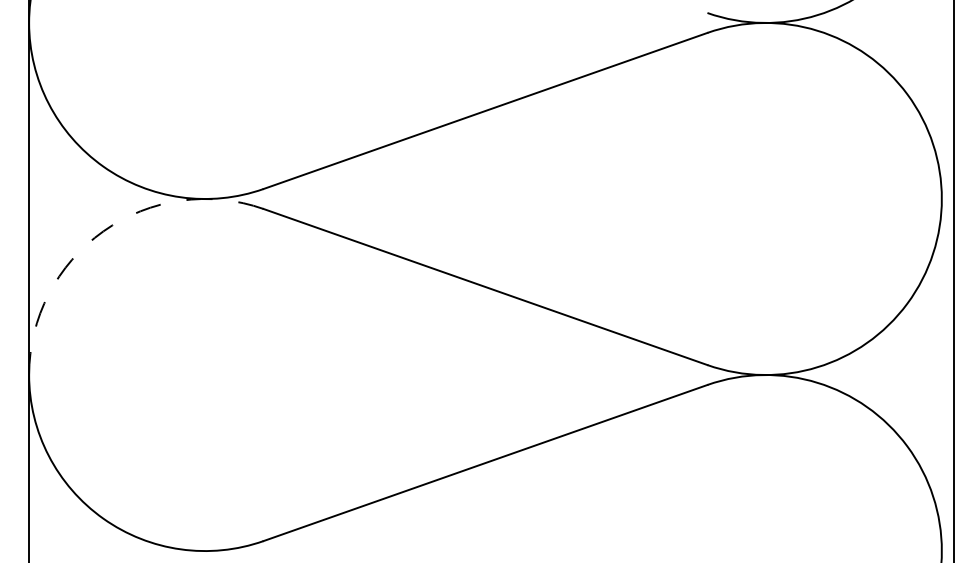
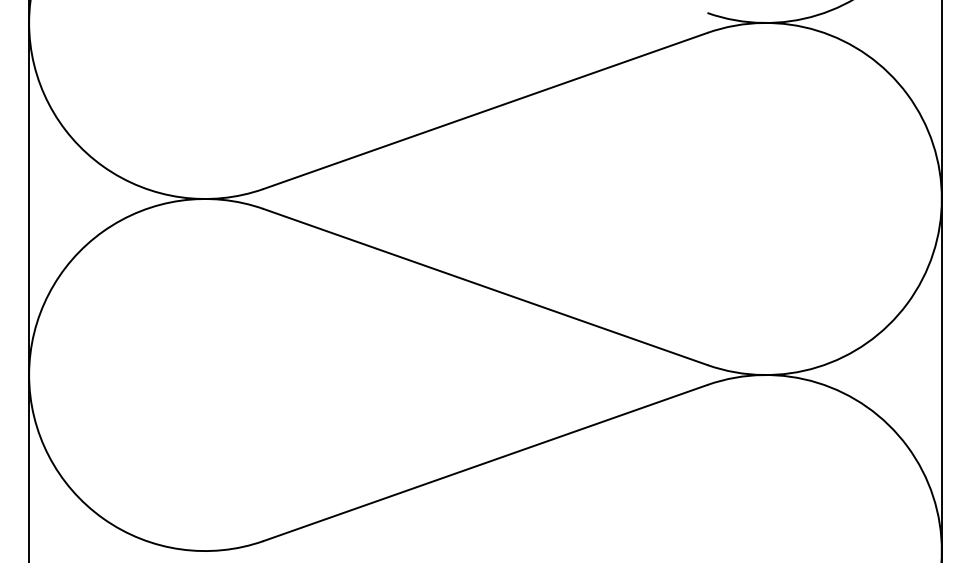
arc at (103, 231): dashed -> solid
line at (953, 280) position: (953, 280) -> (941, 280)
